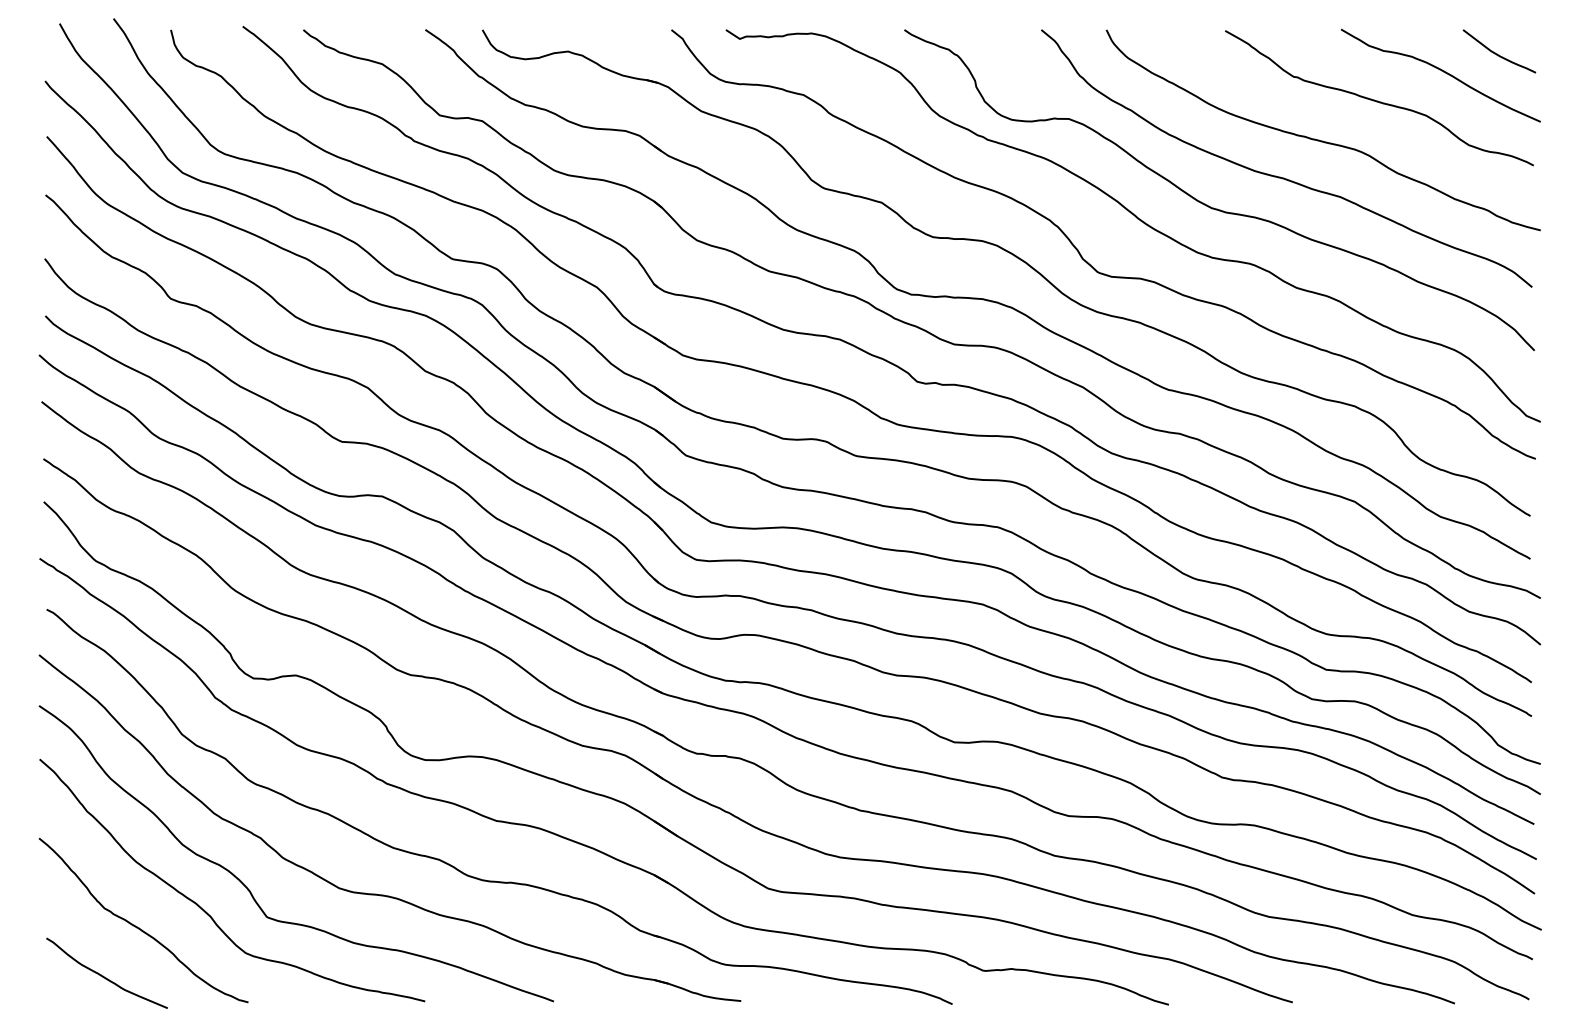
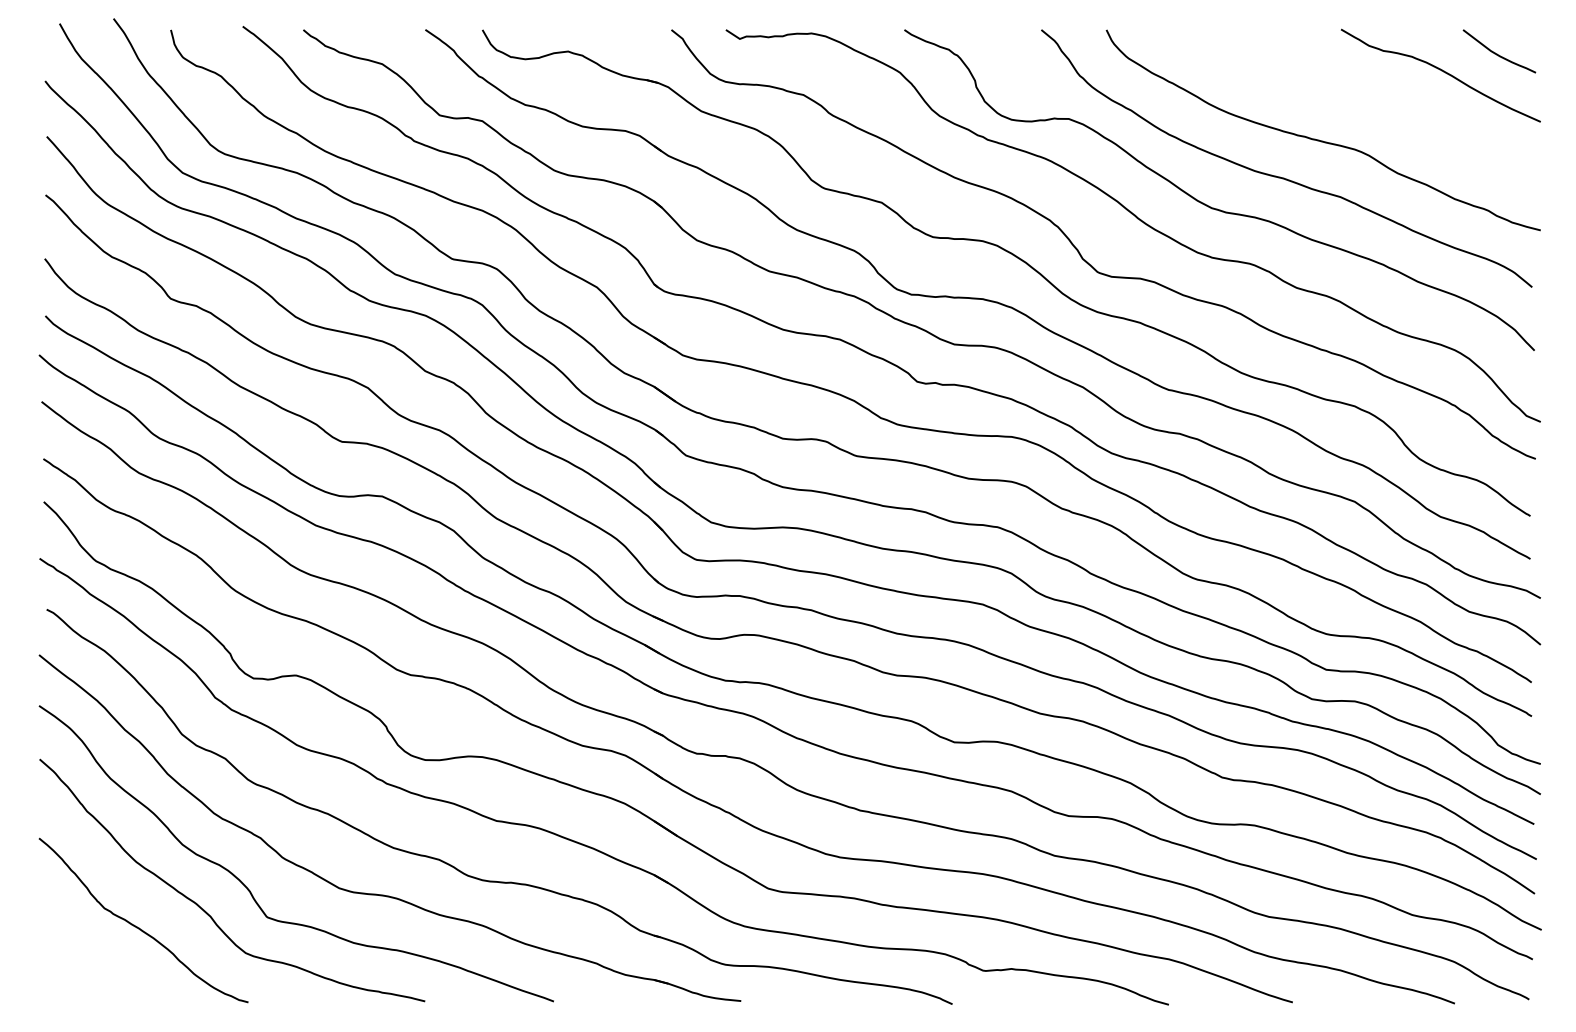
curve at (1377, 100): present -> none
curve at (103, 975): present -> none
